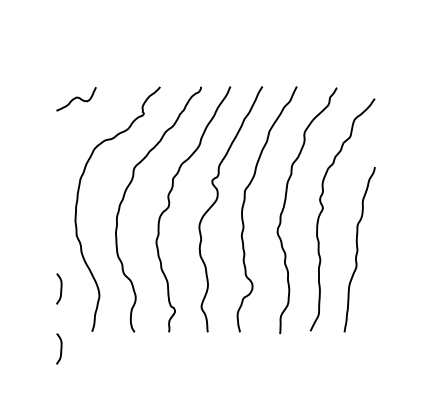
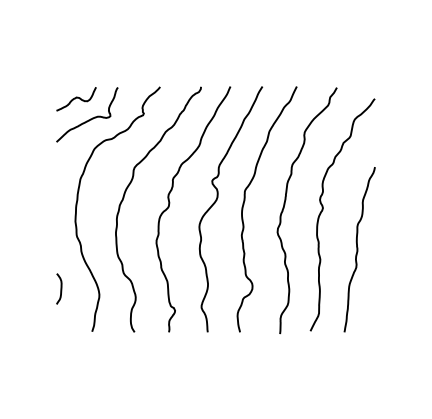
curve at (90, 118): none -> present
curve at (60, 348): present -> none
